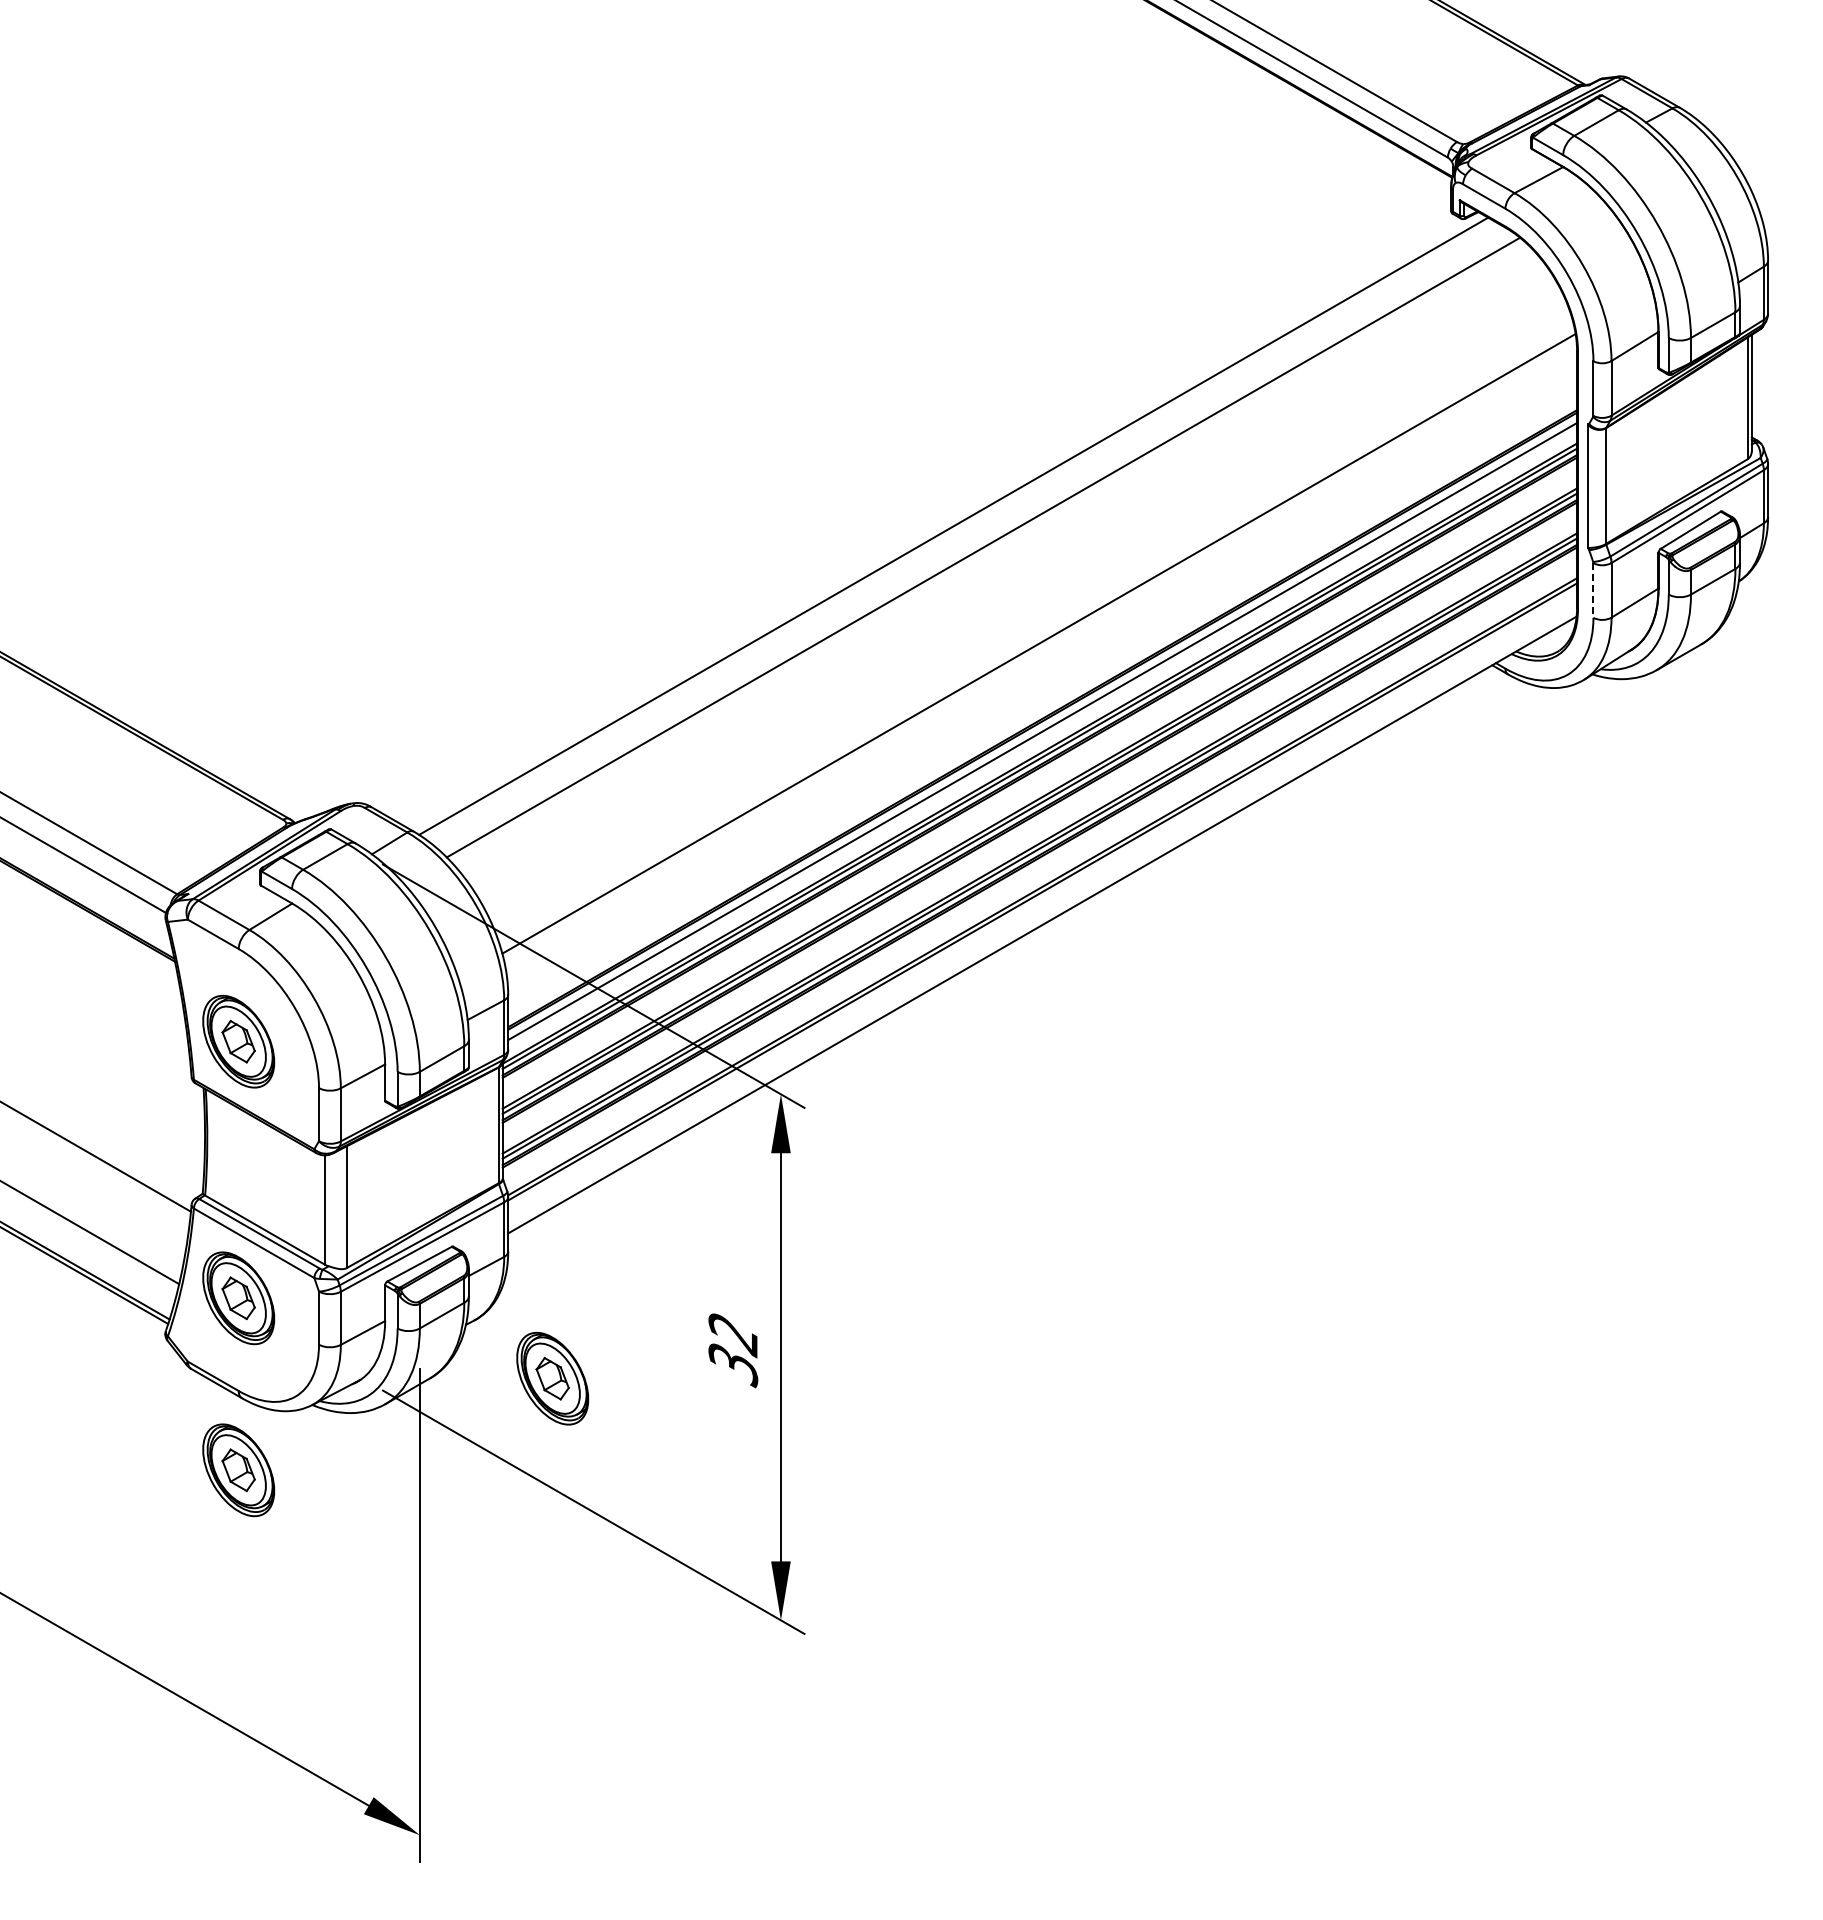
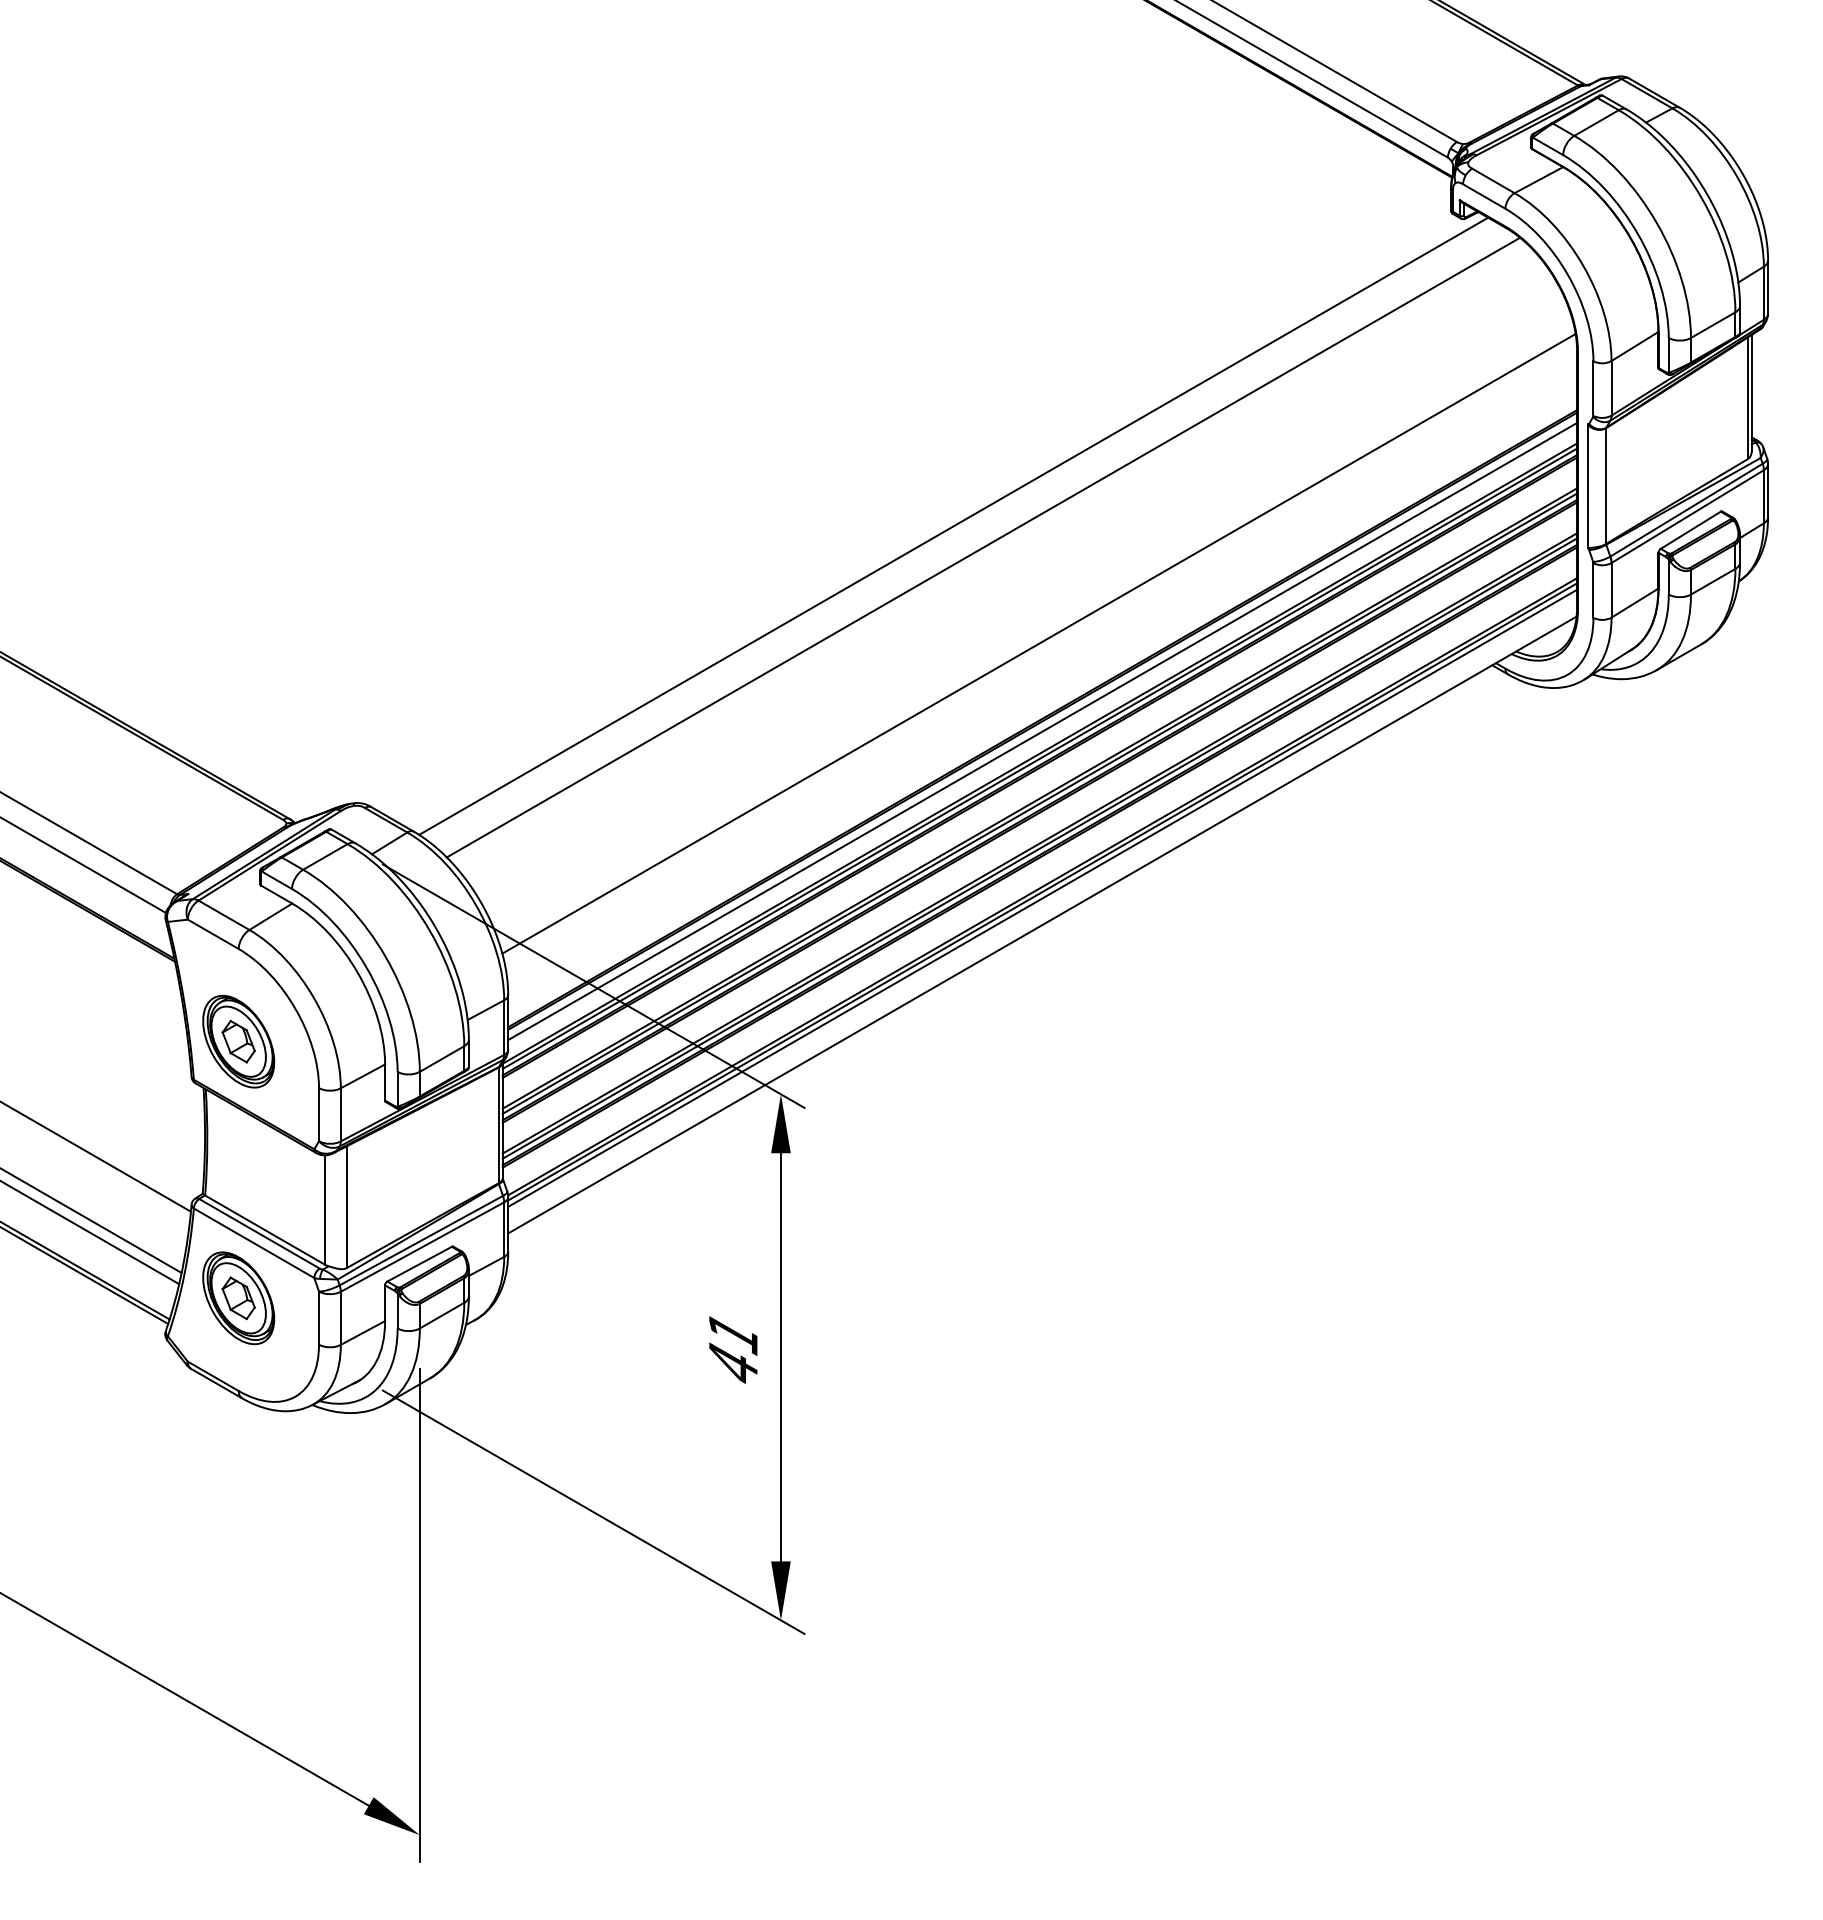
line at (1593, 591): dashed -> solid
line at (1042, 897): none -> present
line at (91, 1220): none -> present
text at (733, 1350): 32 -> 41
part at (552, 1378): present -> none
part at (238, 1470): present -> none
